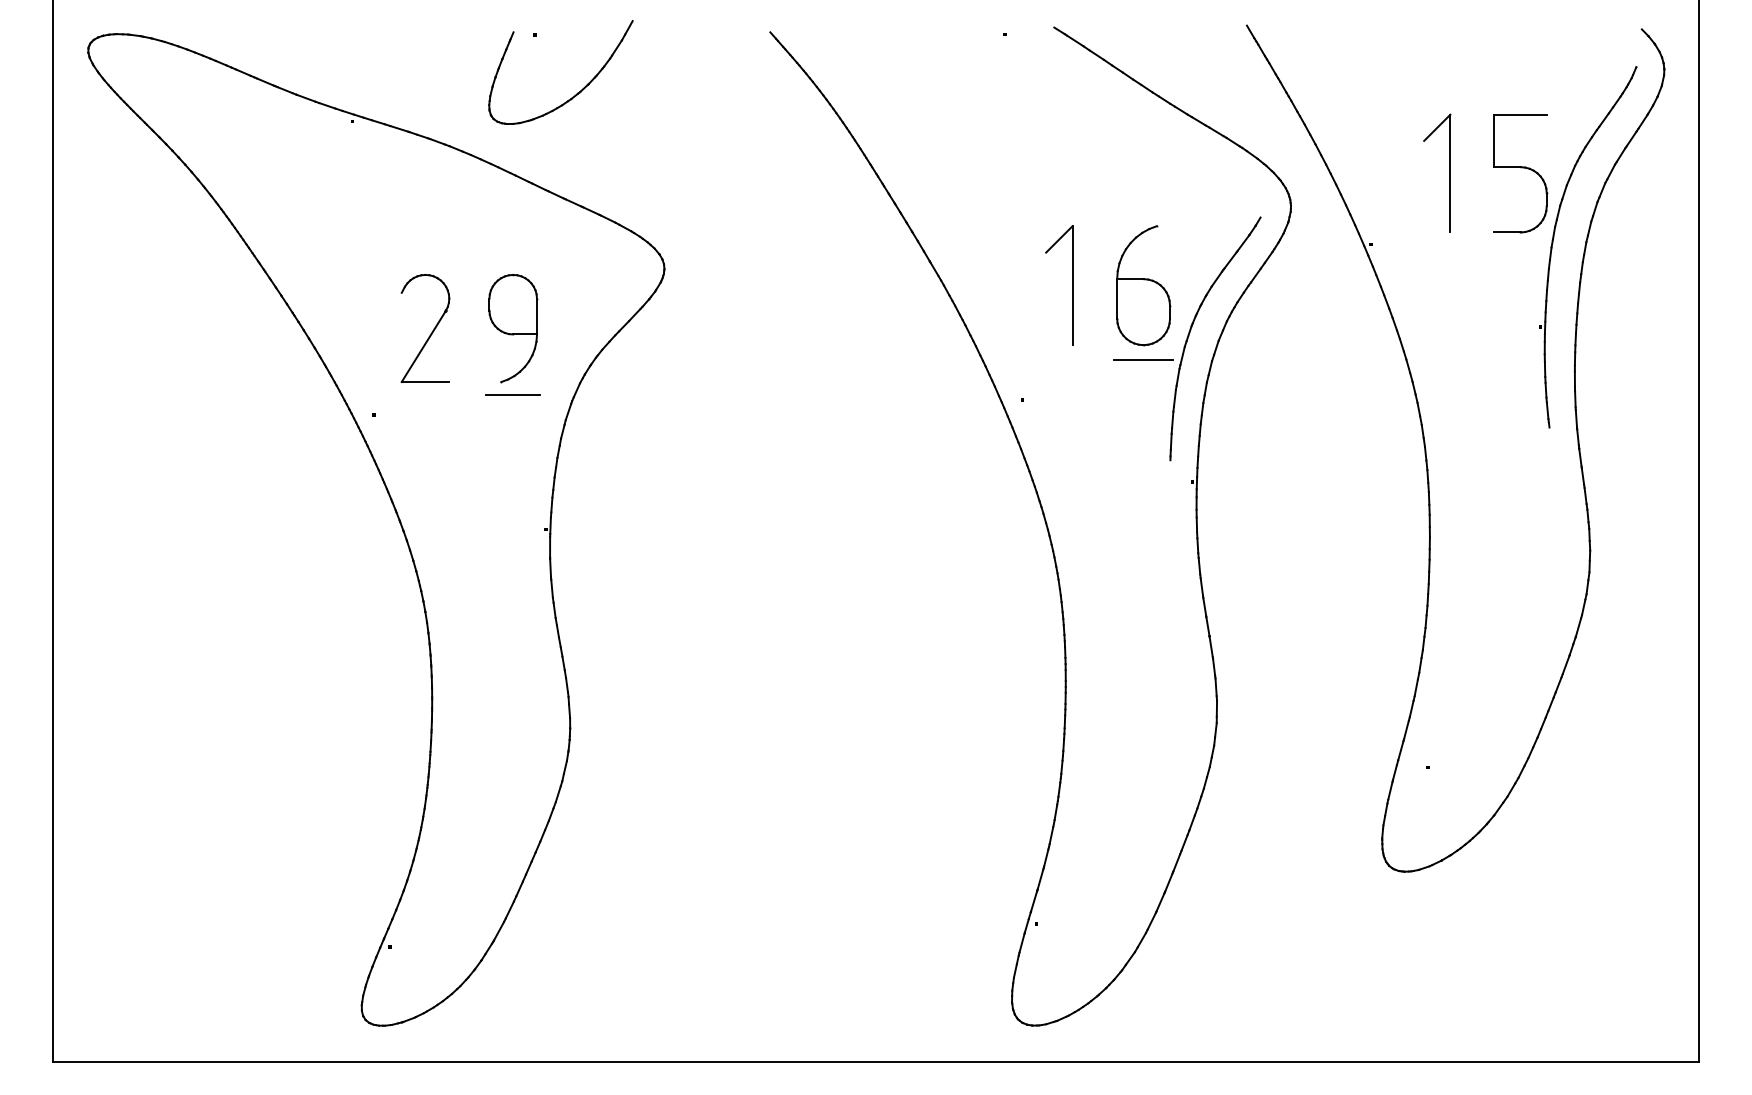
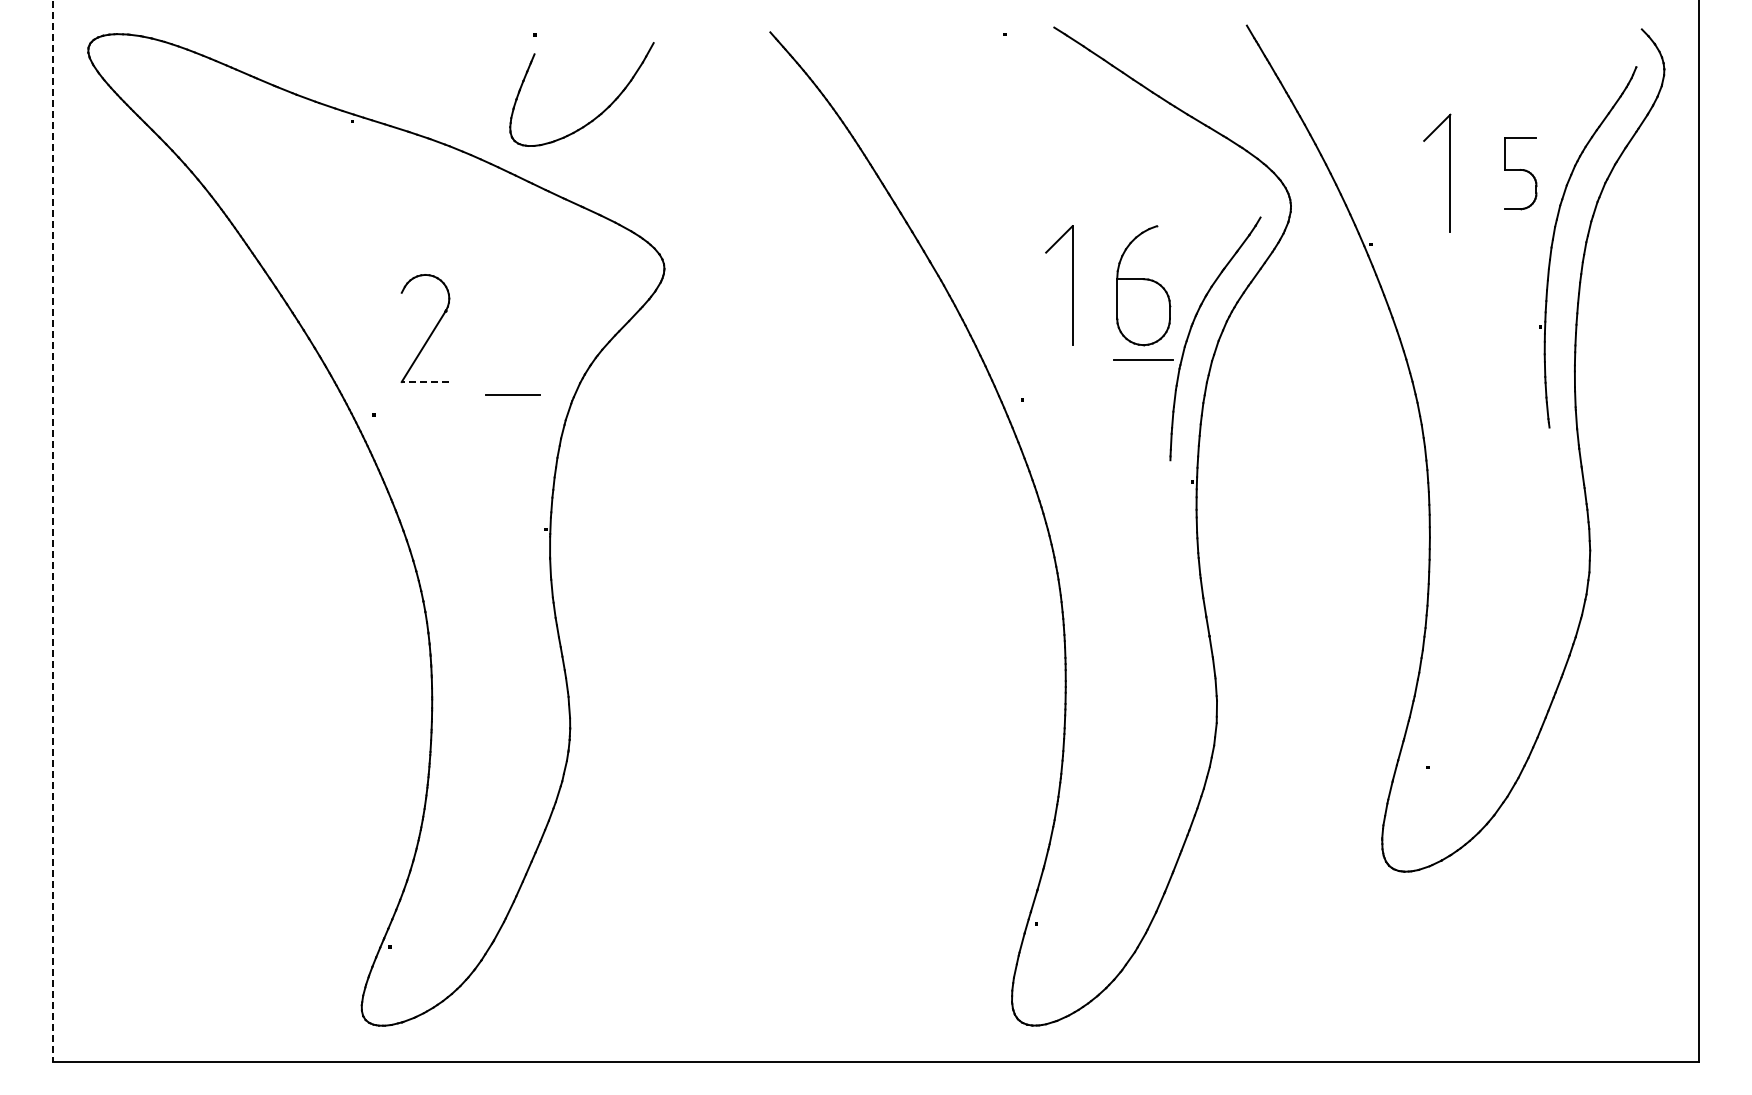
part at (577, 92) position: (577, 92) -> (598, 114)
part at (1520, 173) size: 56x120 px -> 34x74 px
part at (513, 328): present -> none
line at (425, 382): solid -> dashed
line at (52, 531): solid -> dashed
